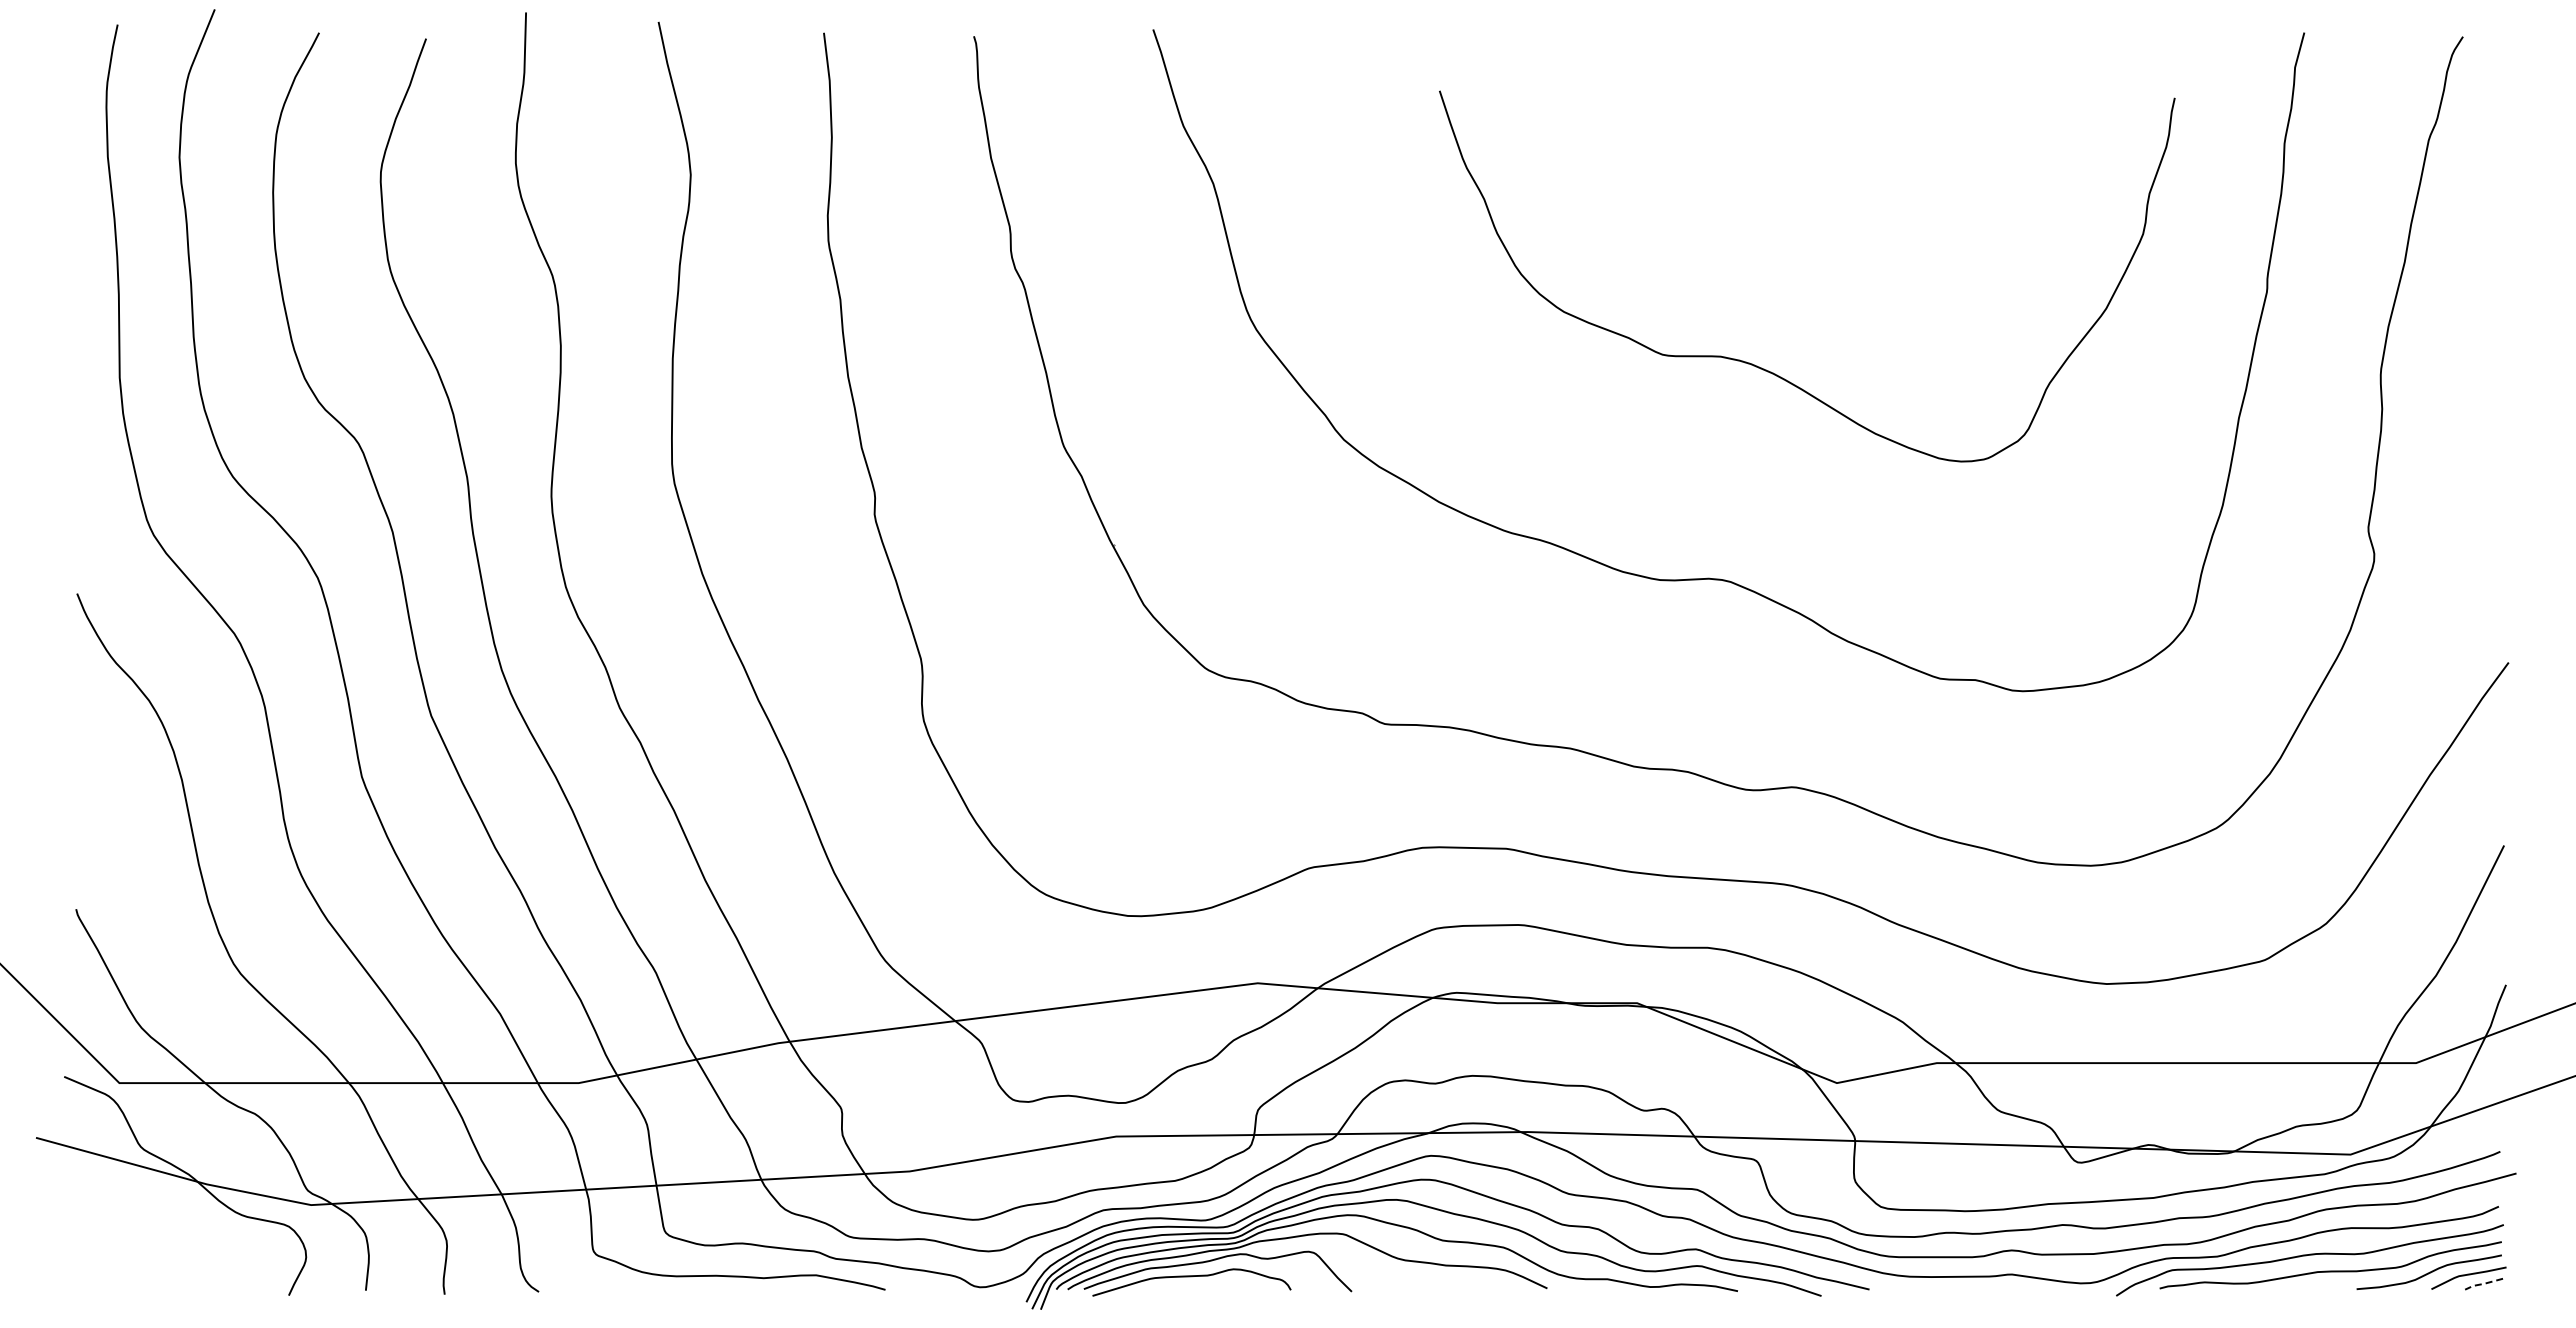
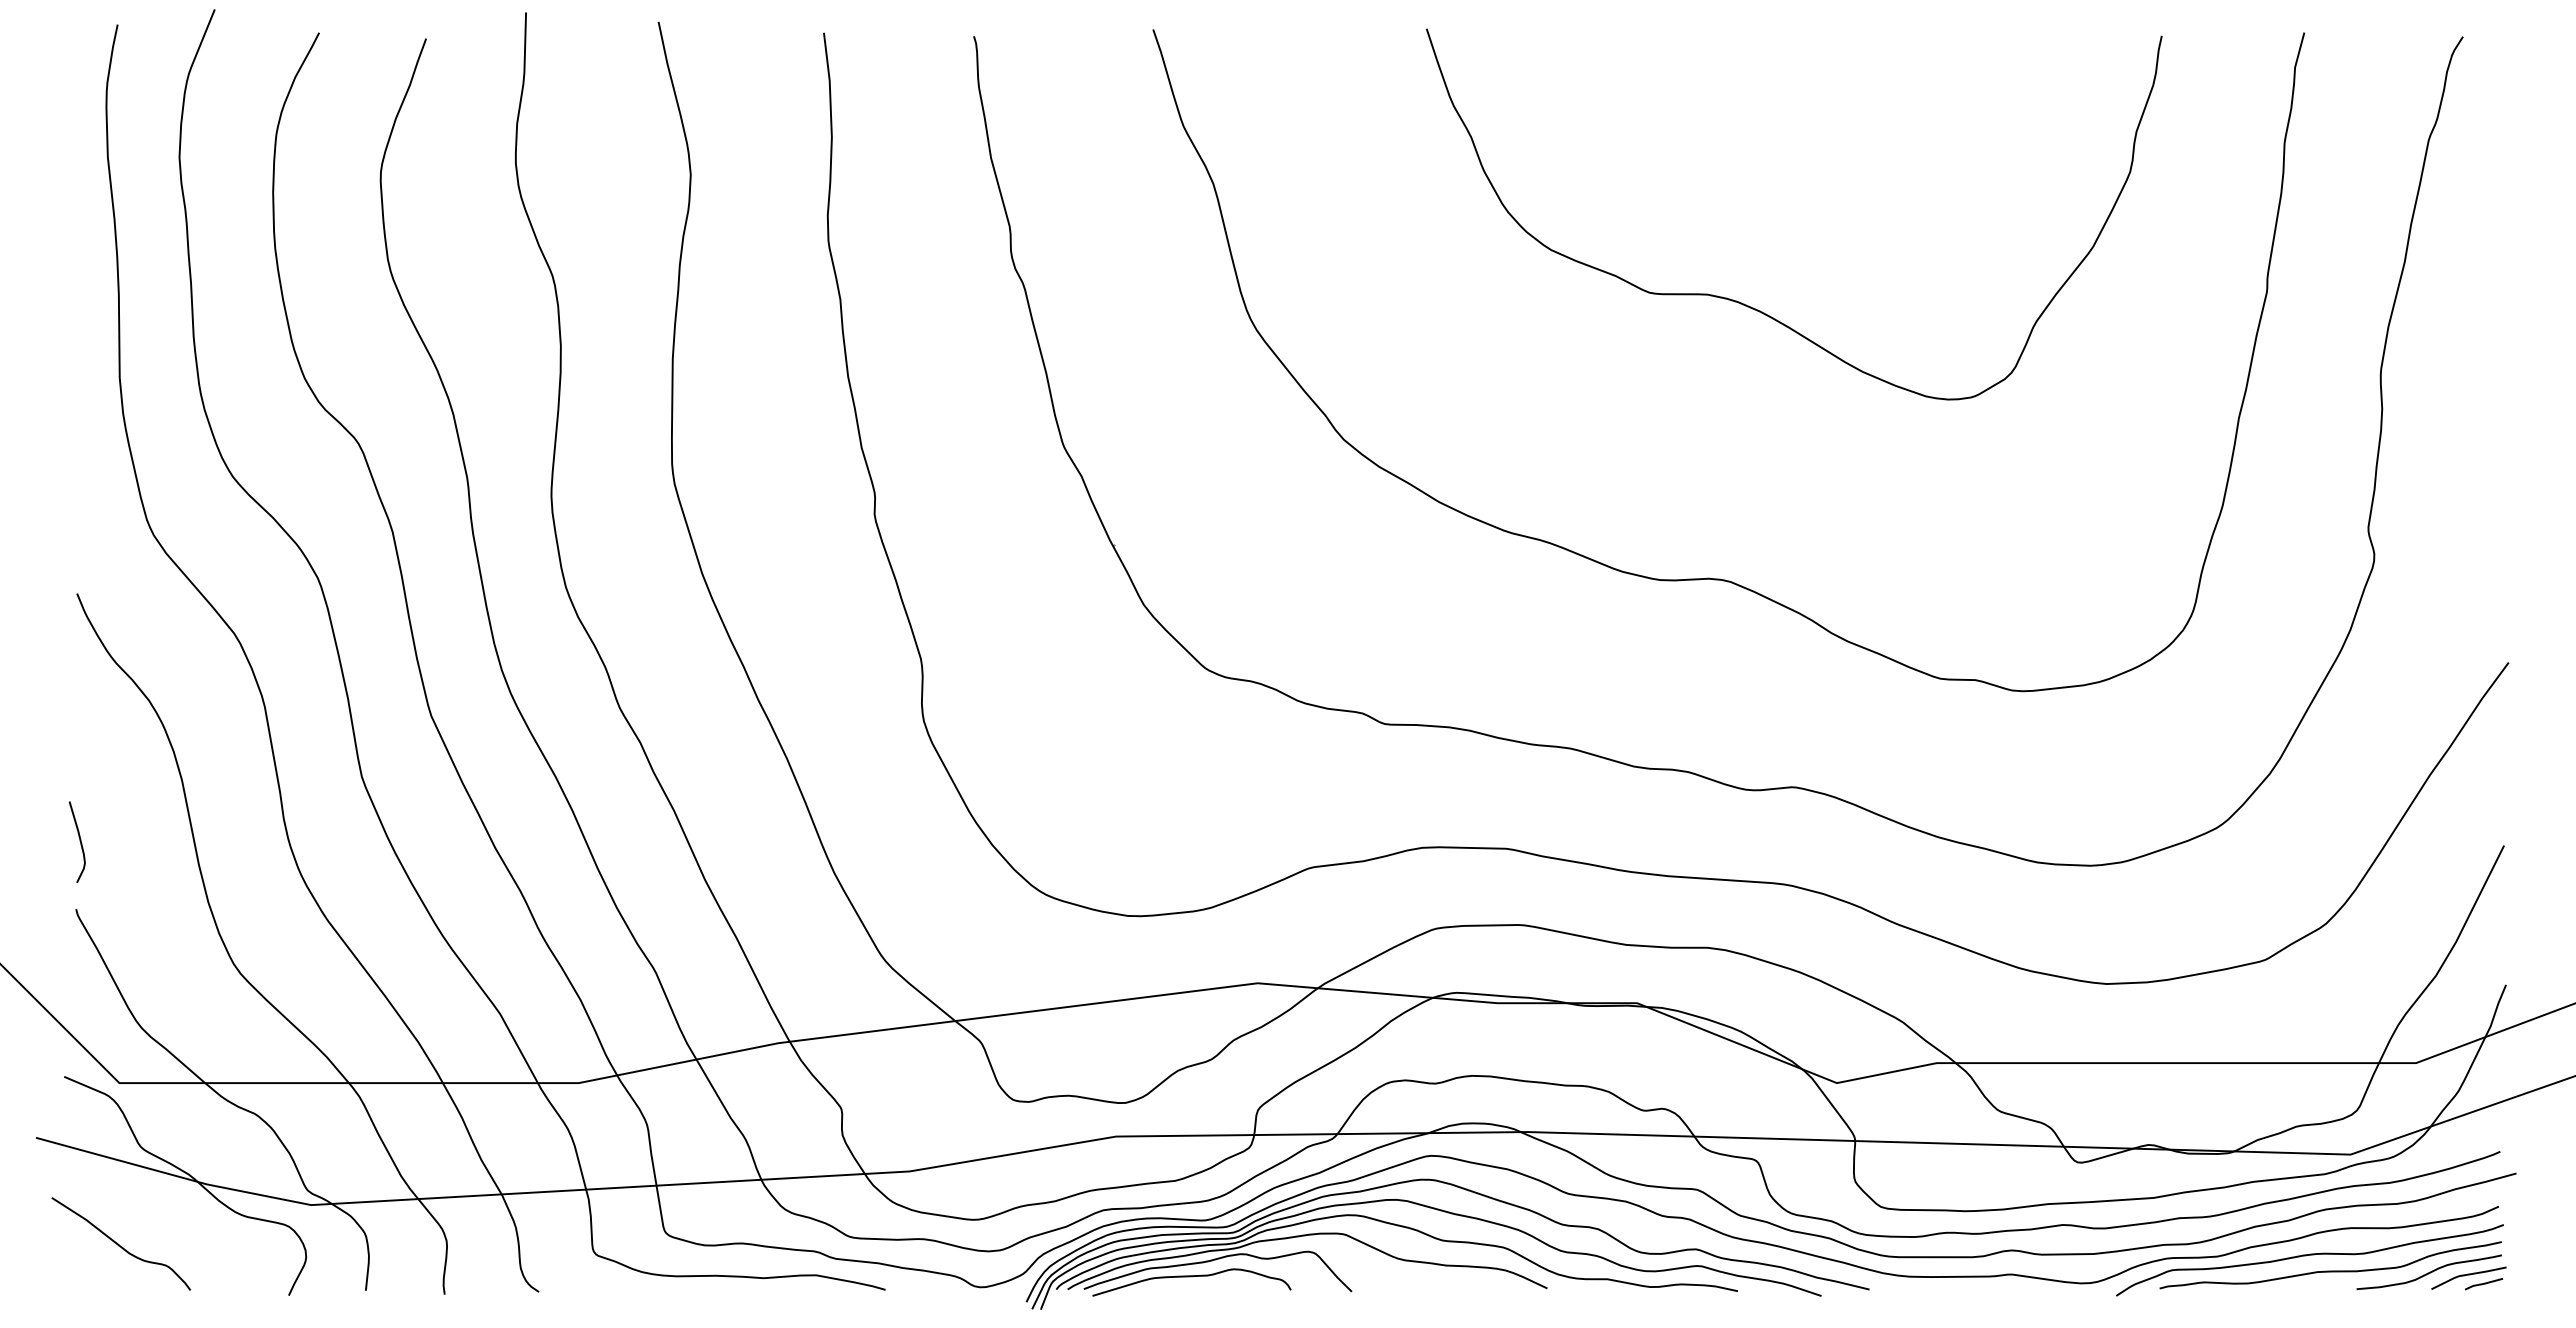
curve at (1764, 368) position: (1764, 368) -> (1751, 306)
curve at (79, 841): none -> present
curve at (119, 1244): none -> present
line at (2483, 1283): dashed -> solid
